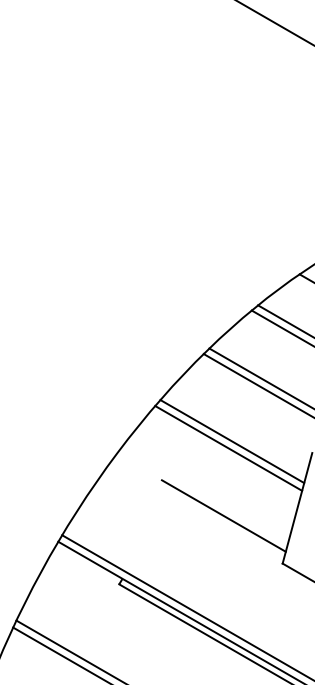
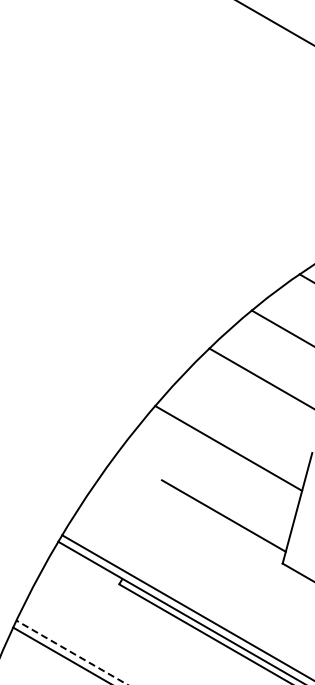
line at (284, 320): present -> none
line at (257, 385): present -> none
line at (232, 441): present -> none
line at (71, 652): solid -> dashed
